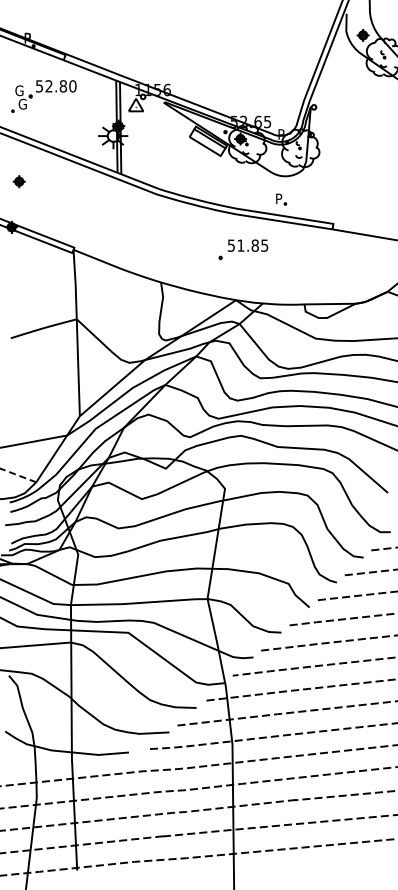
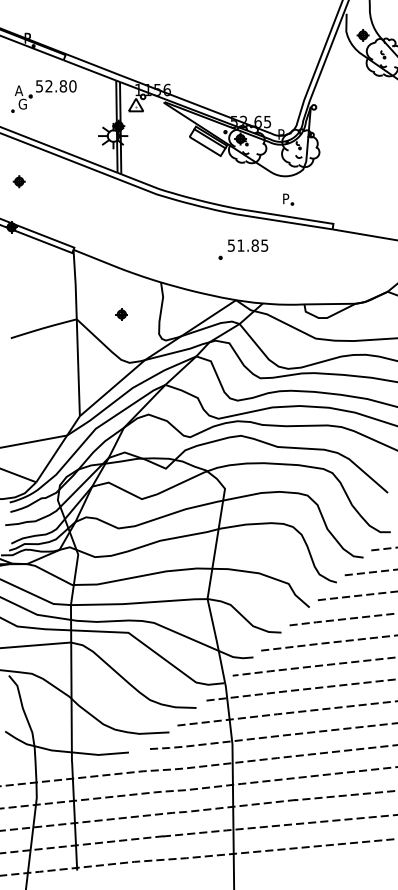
text at (18, 90): G -> A
part at (281, 199) position: (281, 199) -> (288, 199)
part at (121, 314): none -> present
line at (18, 475): dashed -> solid
